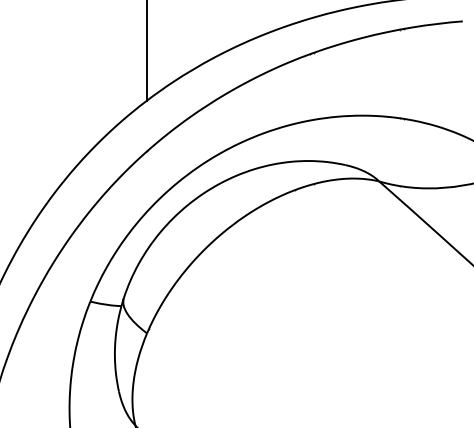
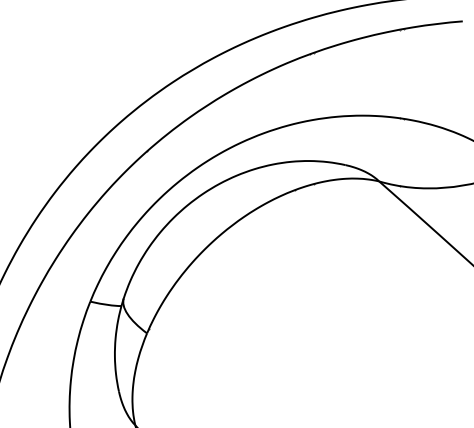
line at (147, 51): present -> none
